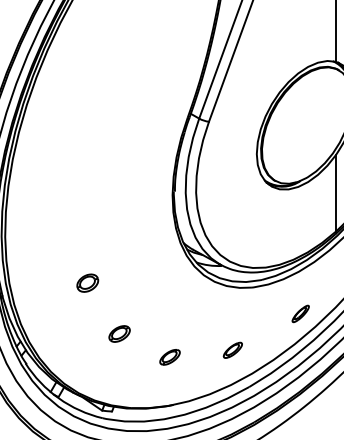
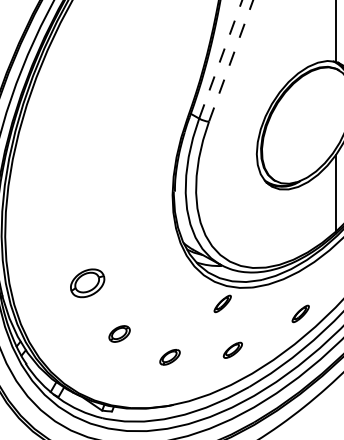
line at (220, 59): solid -> dashed
line at (230, 61): solid -> dashed
part at (87, 282) size: 24x20 px -> 36x31 px
part at (222, 303): none -> present
